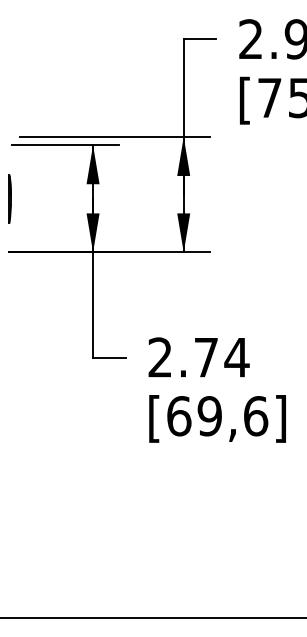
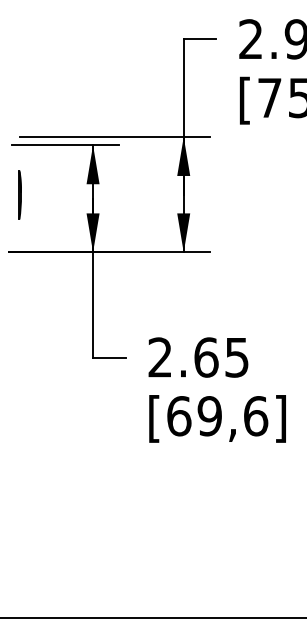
line at (9, 198) position: (9, 198) -> (19, 194)
text at (221, 357): 2.74 -> 2.65
